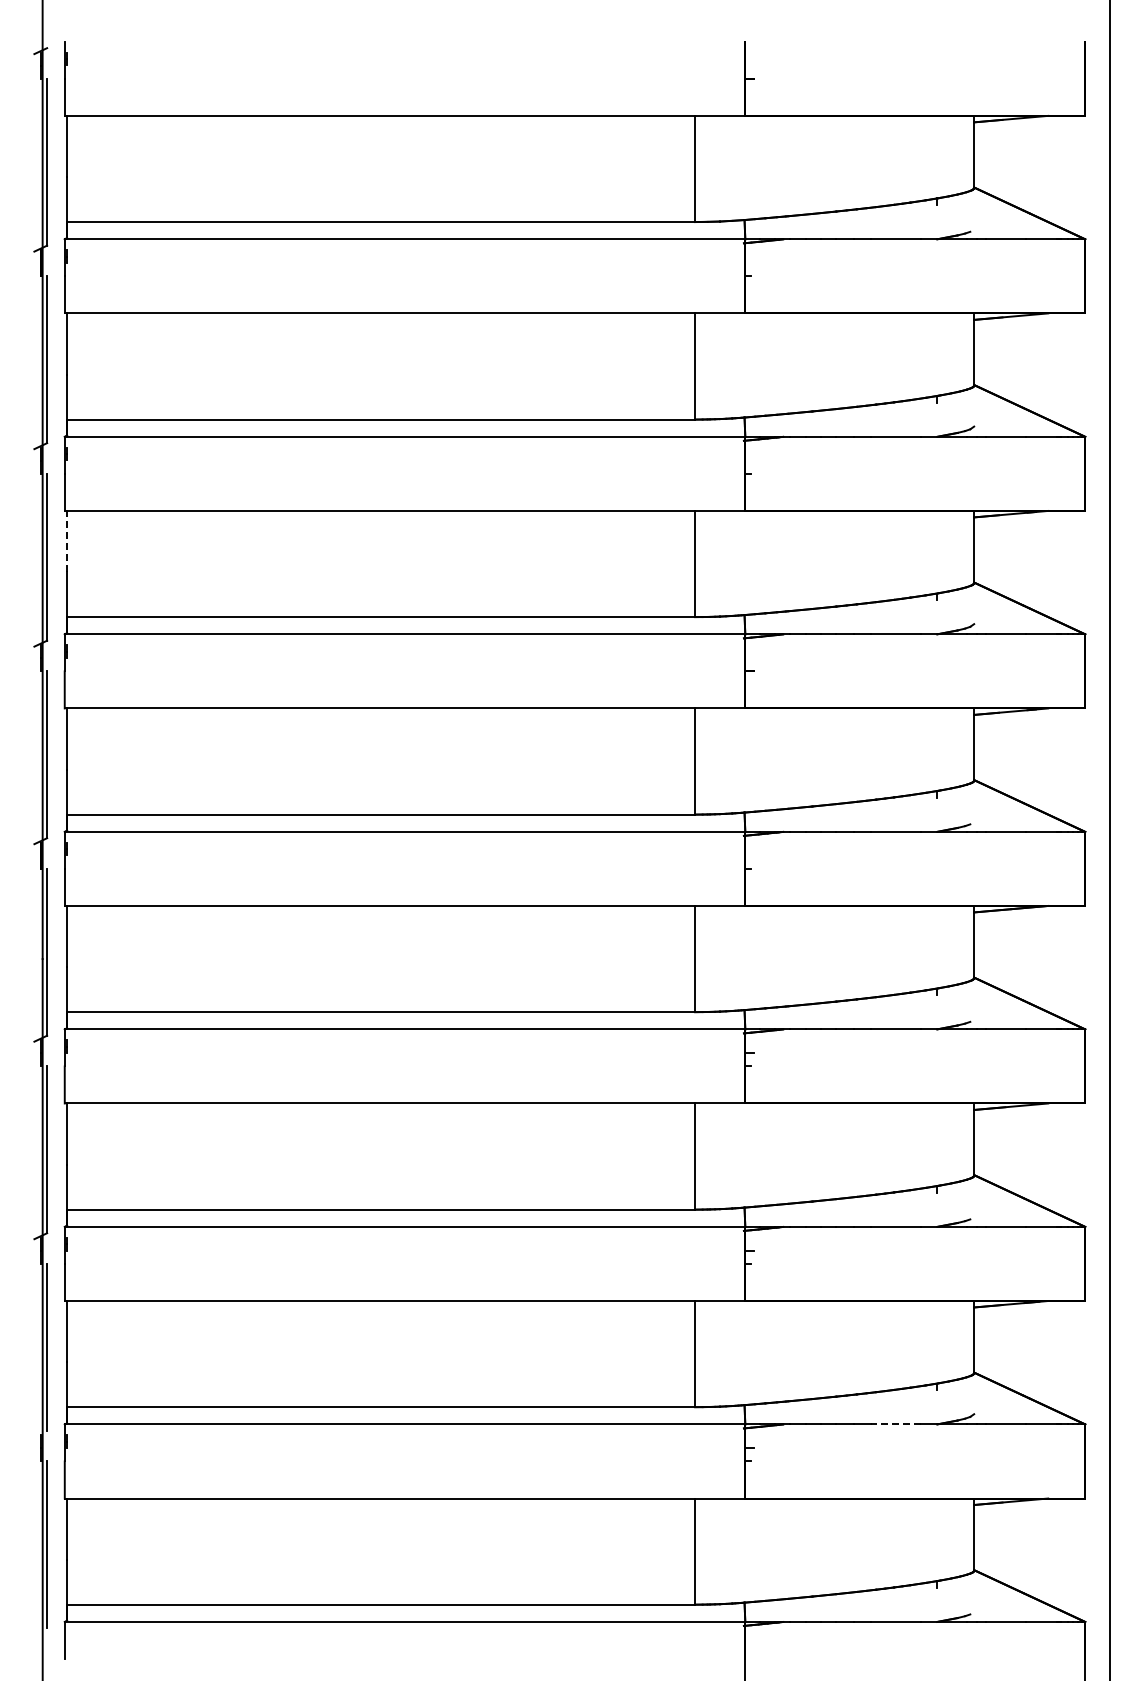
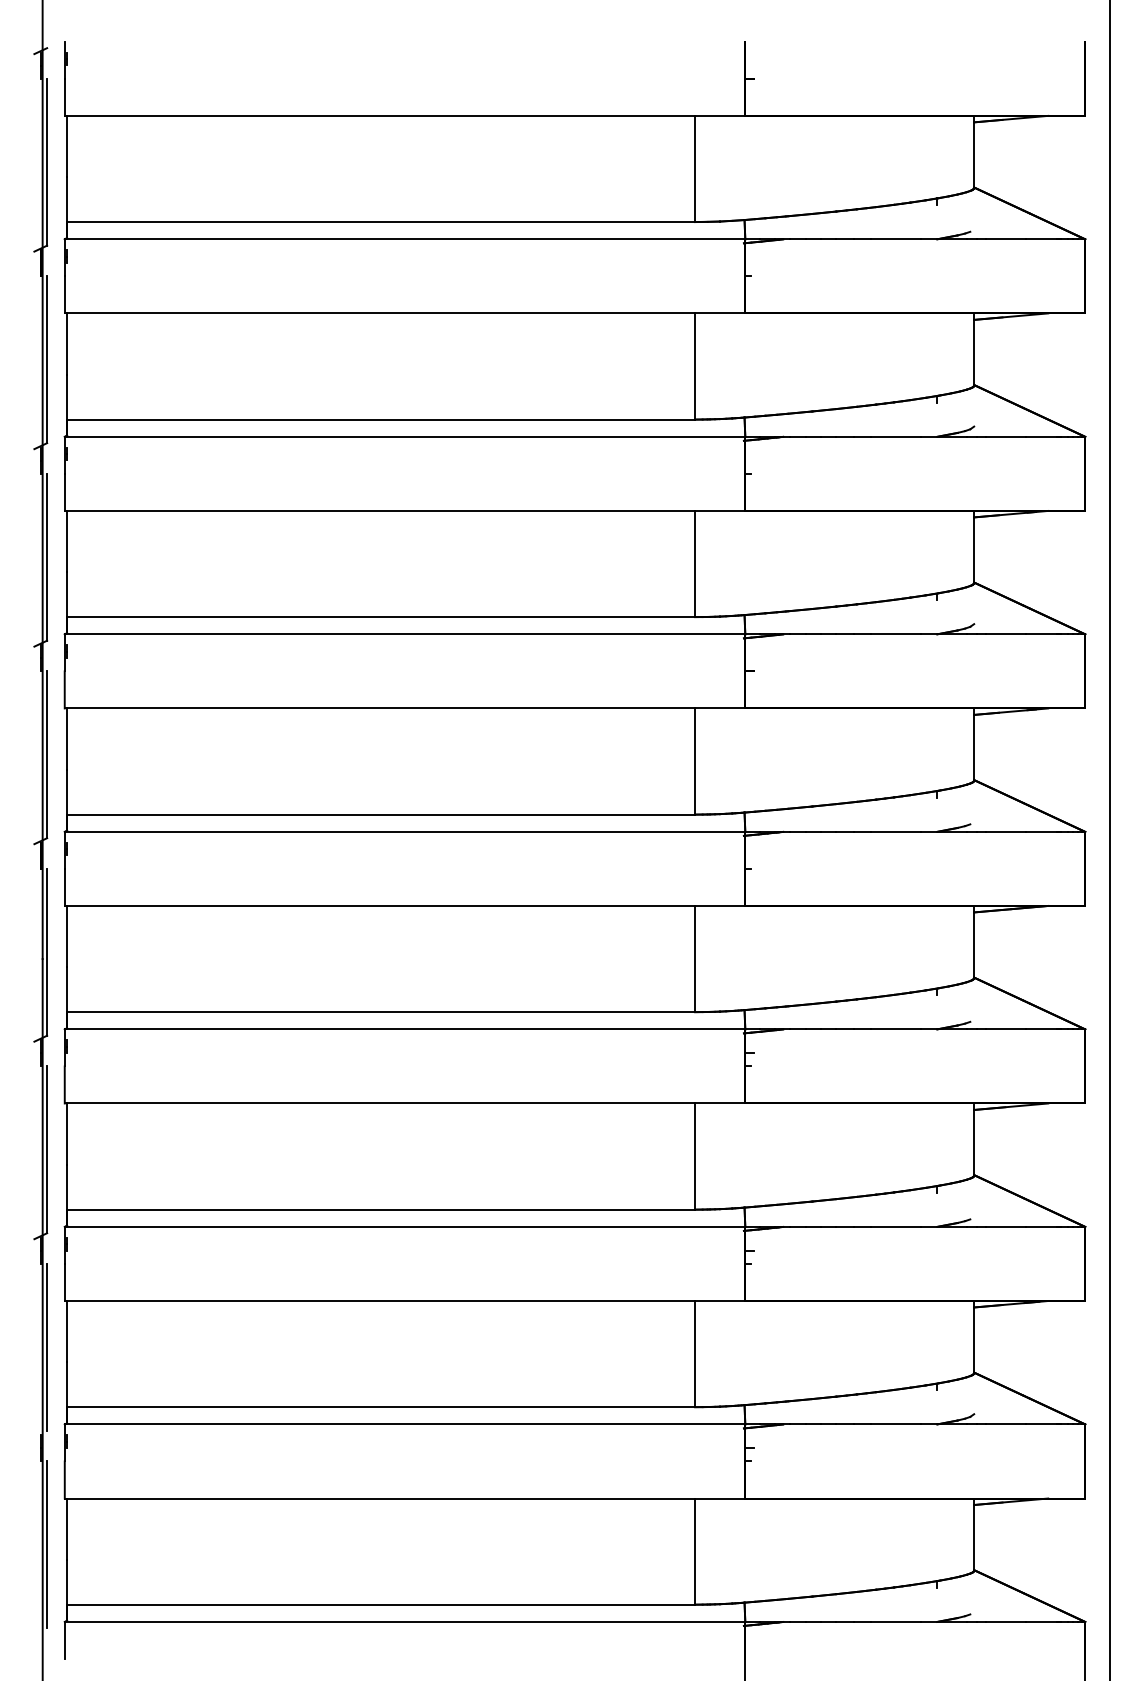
line at (67, 541): dashed -> solid
line at (895, 1424): dashed -> solid
